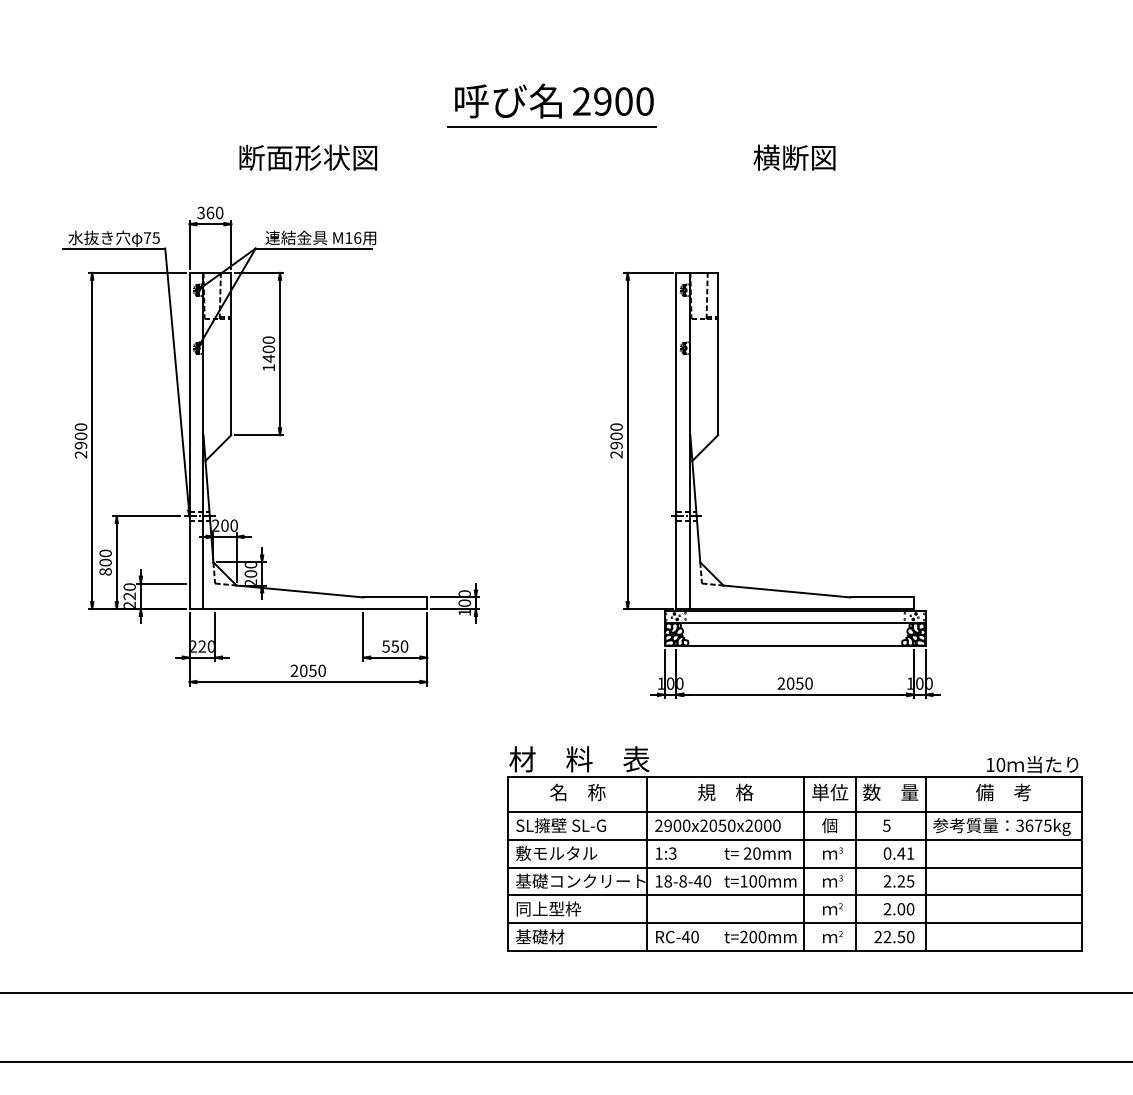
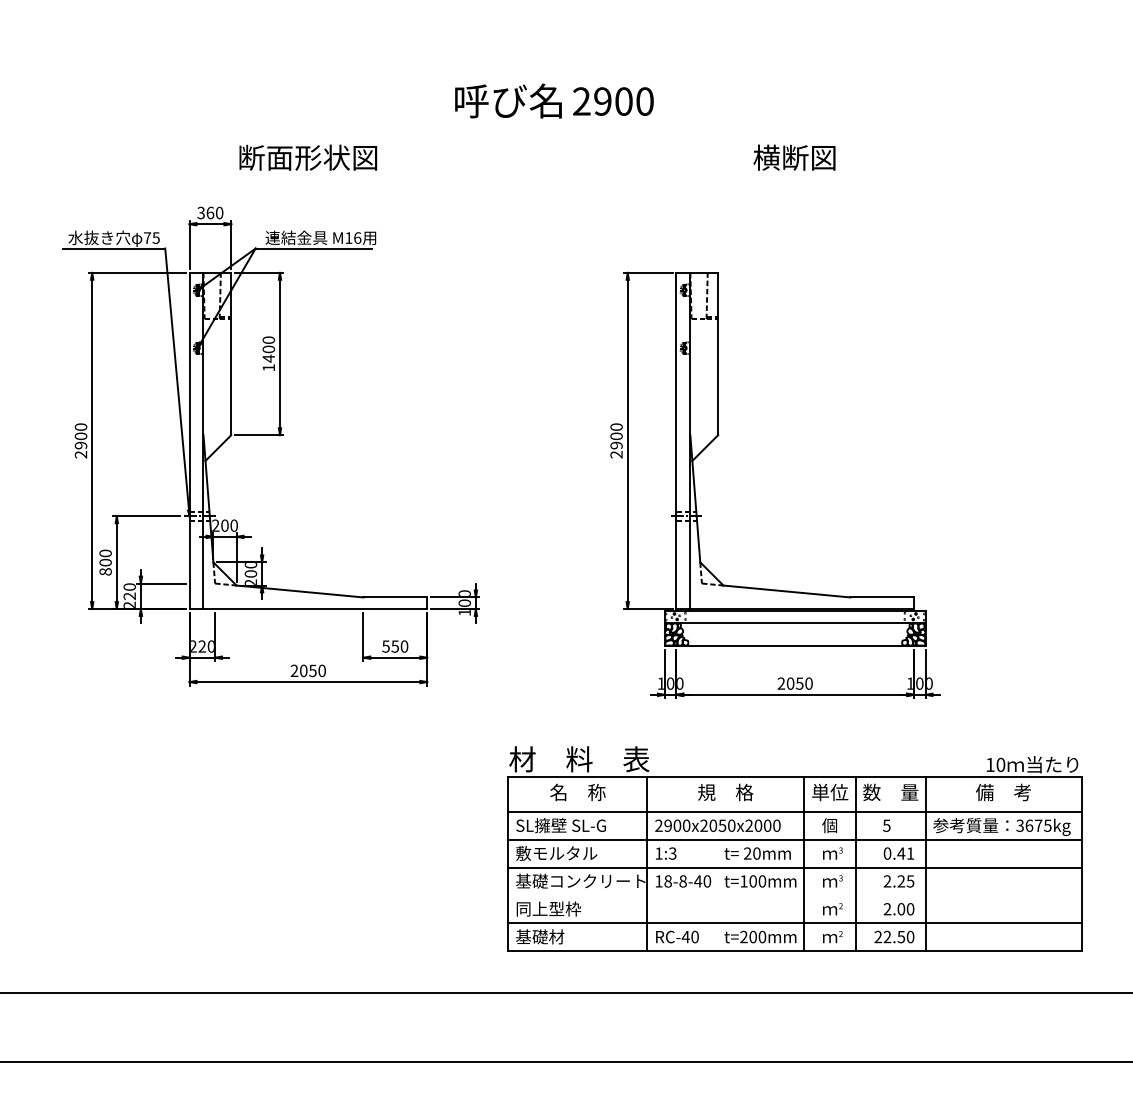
line at (551, 126): present -> none
line at (795, 895): present -> none
